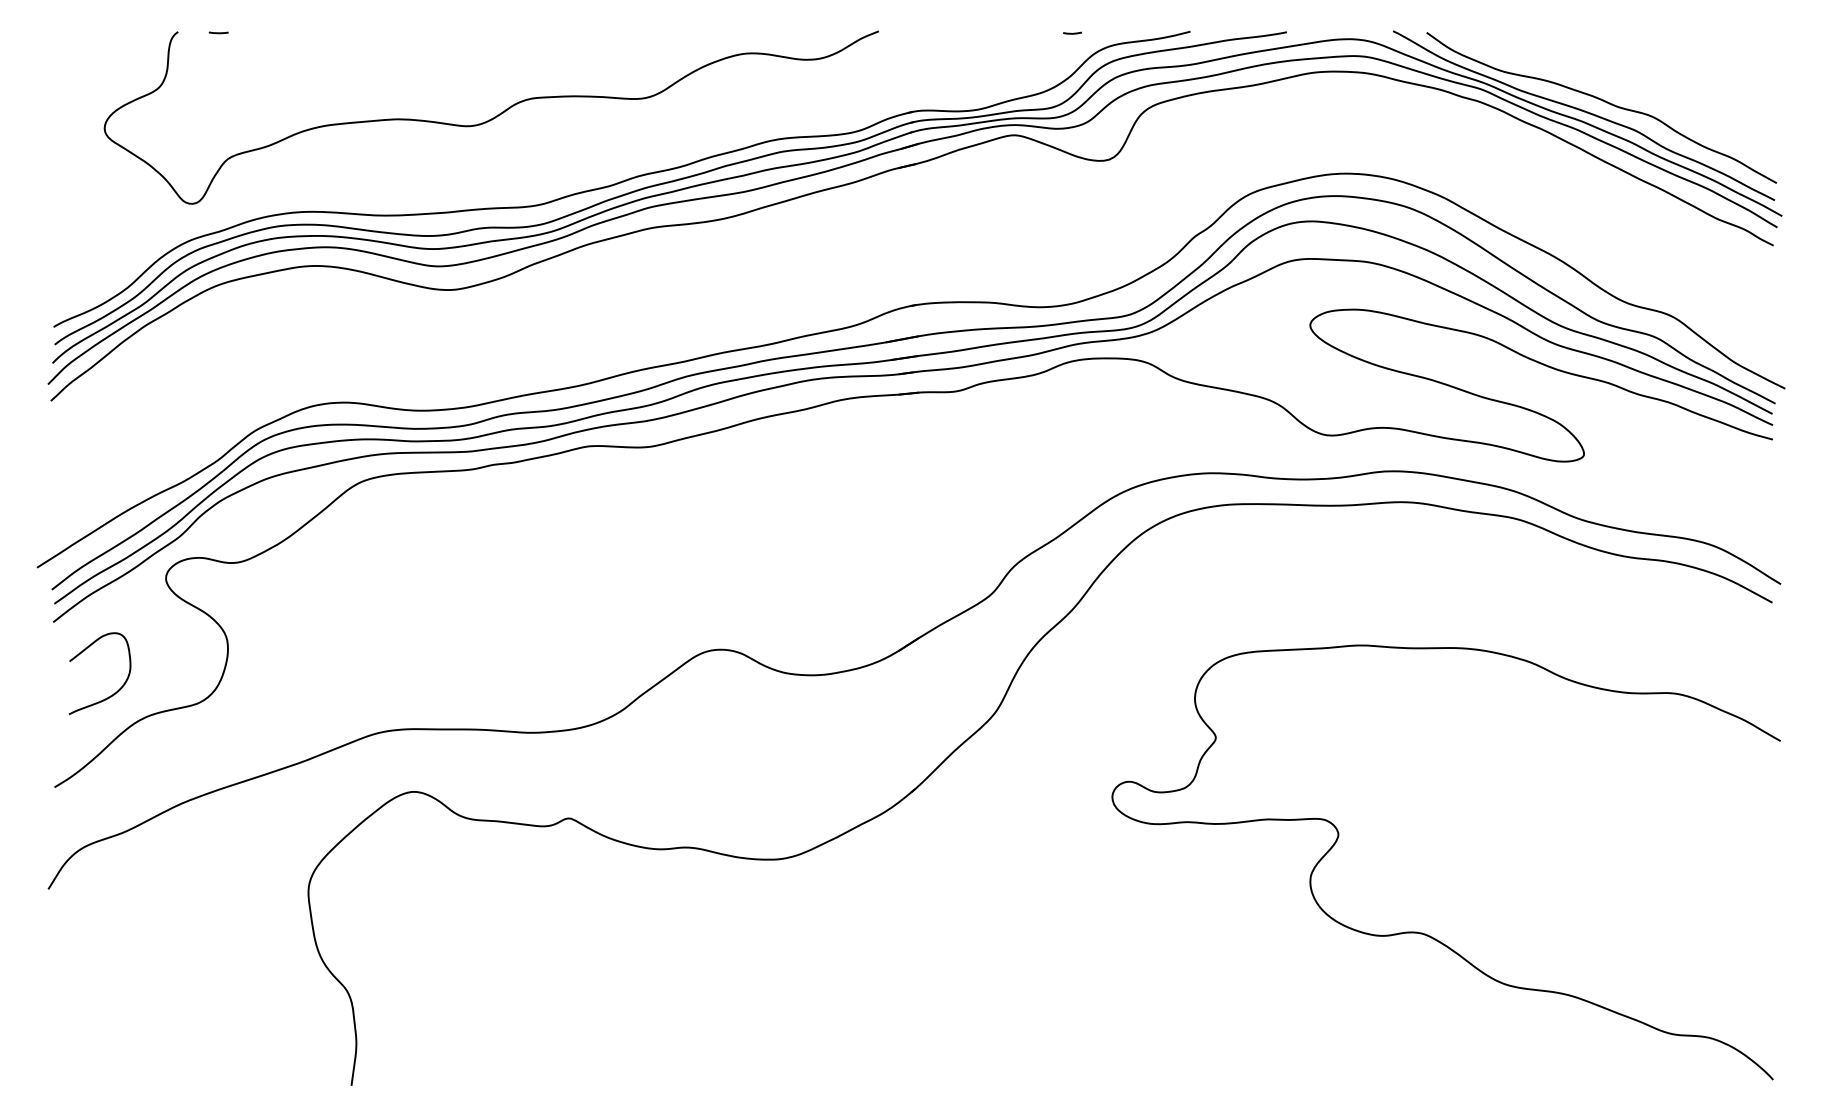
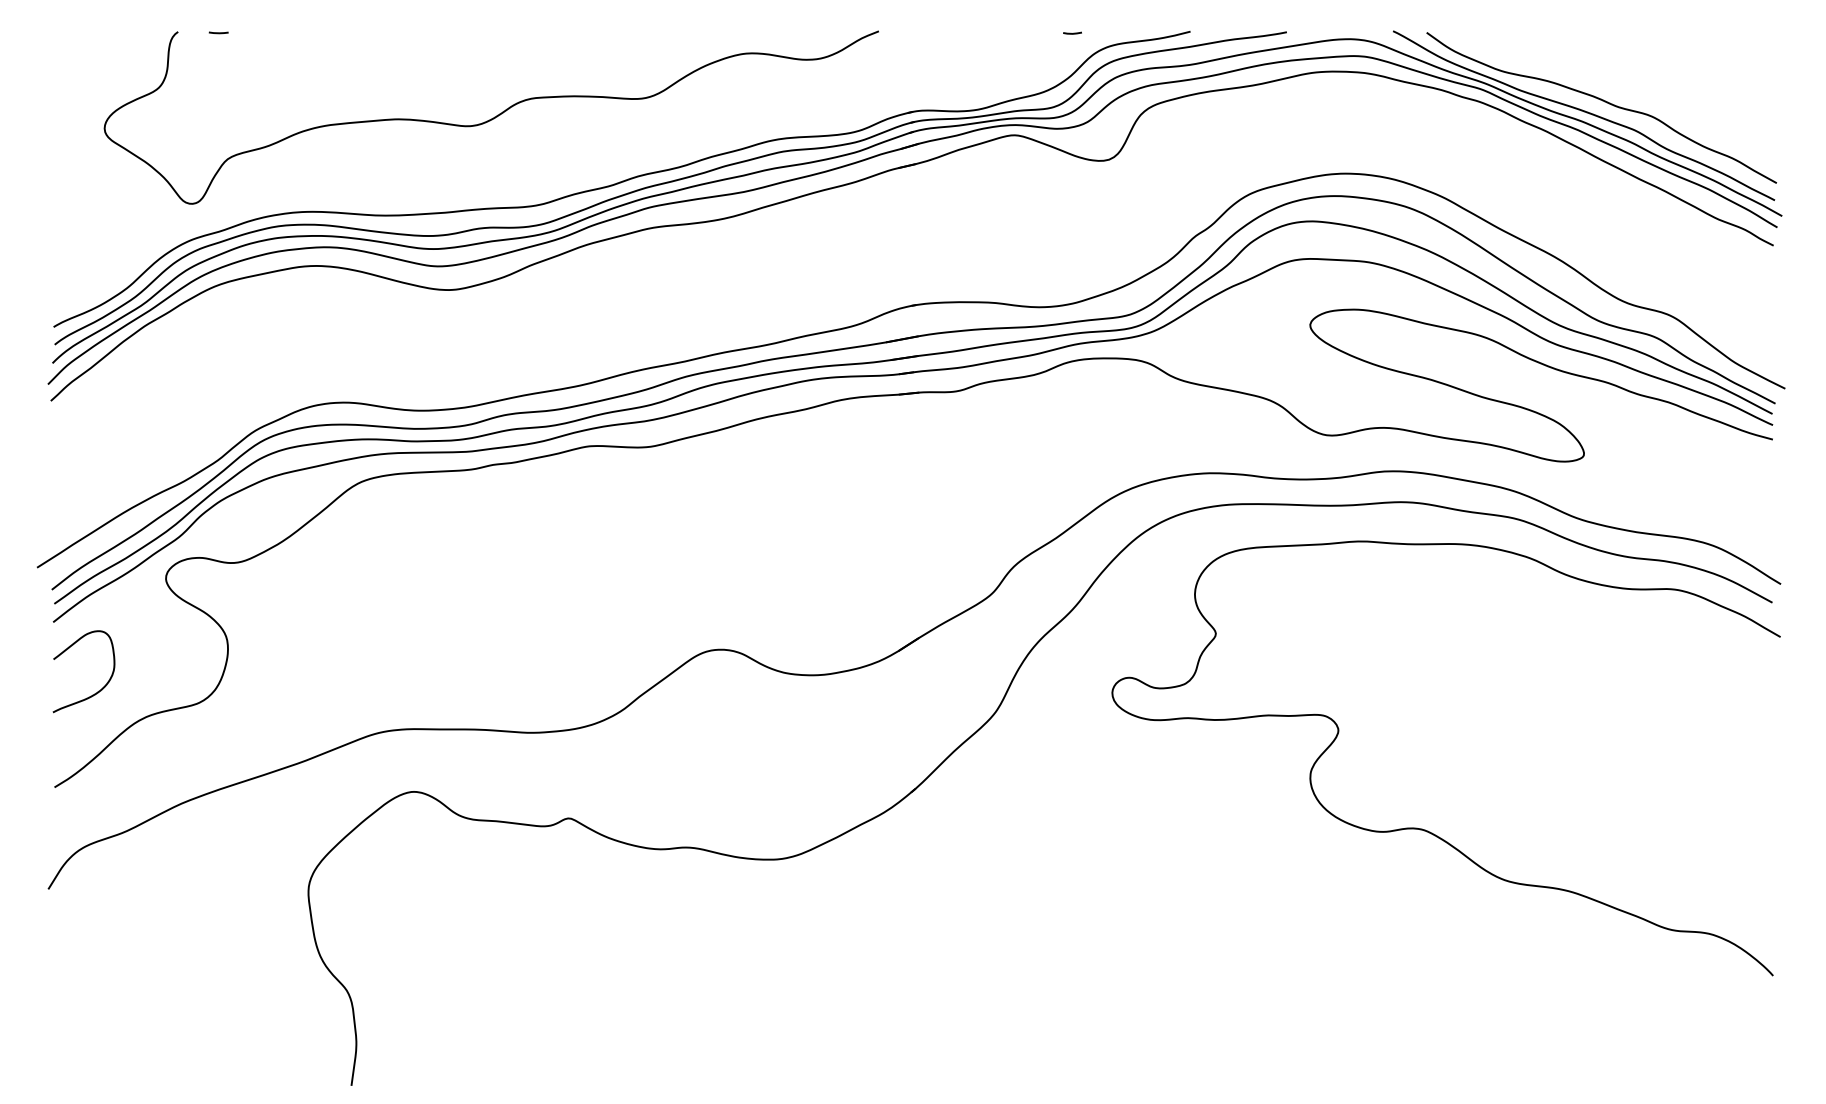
curve at (114, 692) position: (114, 692) -> (98, 690)
curve at (1422, 932) position: (1422, 932) -> (1422, 828)
